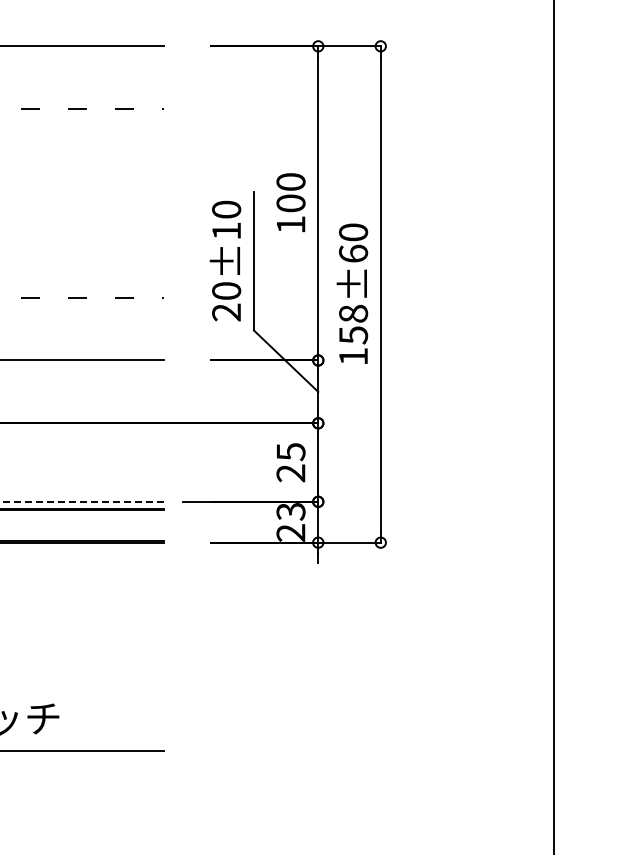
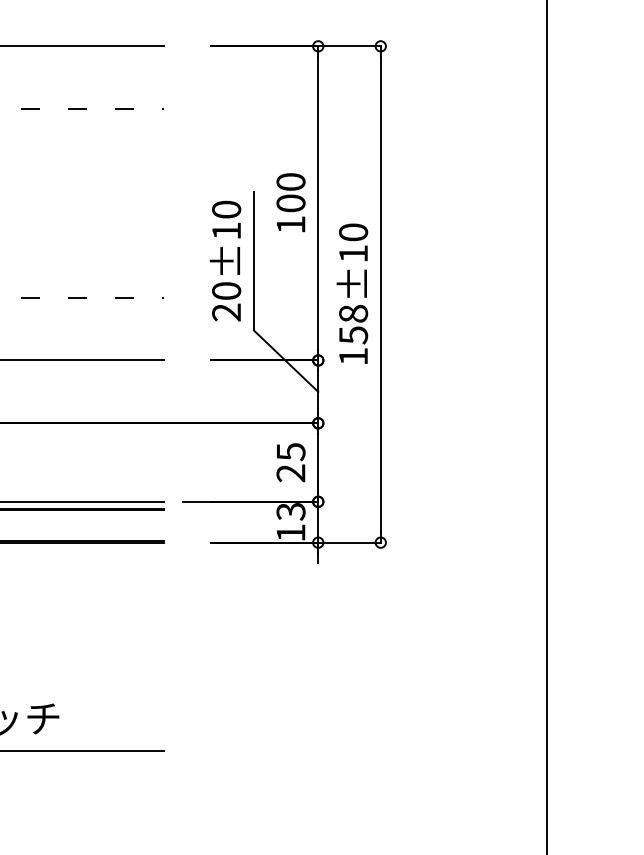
text at (353, 253): 158±60 -> 158±10
line at (554, 426) position: (554, 426) -> (547, 426)
line at (81, 501): dashed -> solid
text at (290, 532): 23 -> 13
